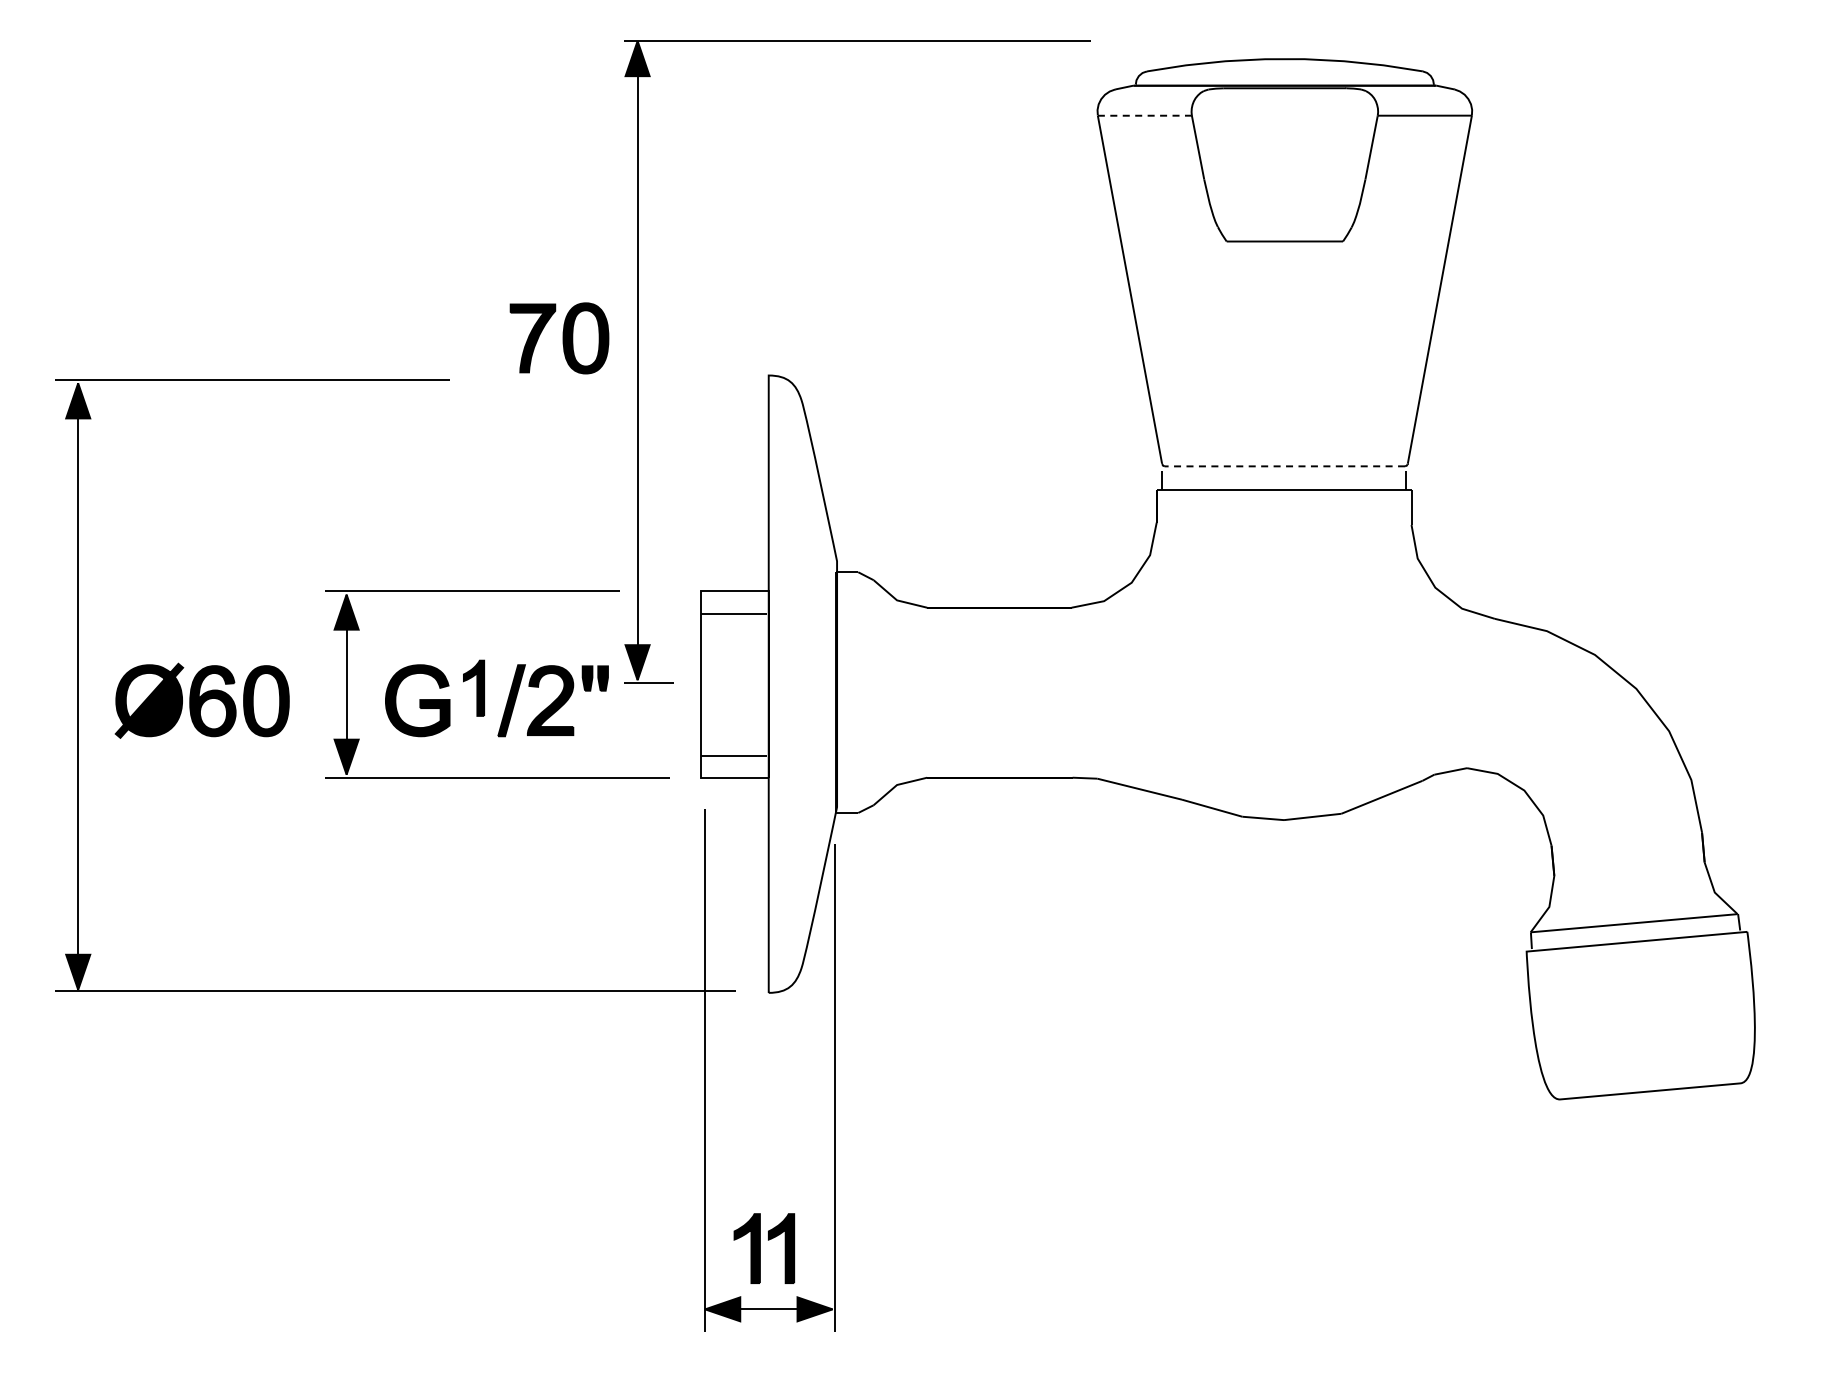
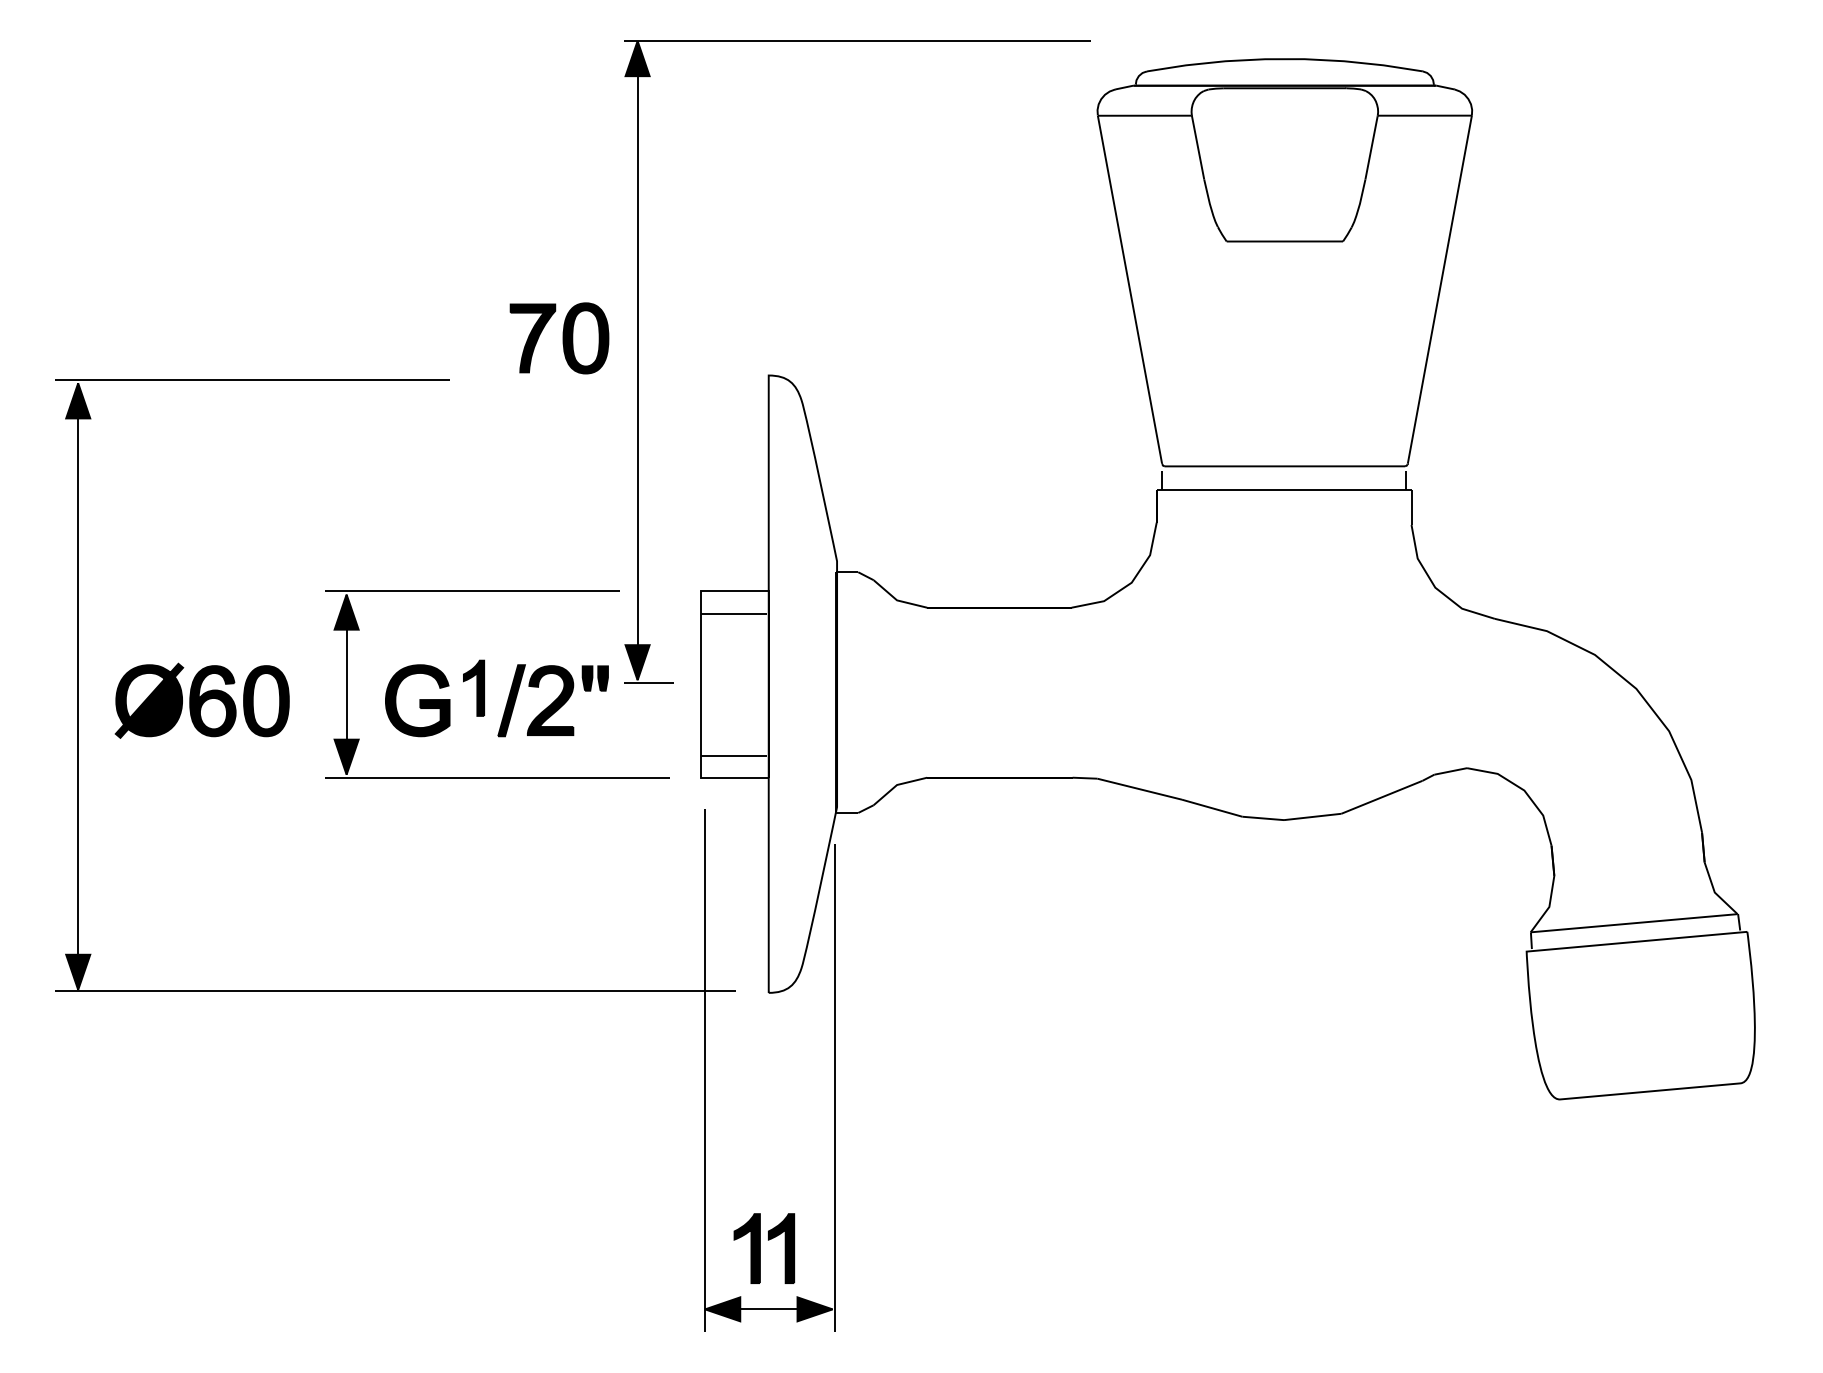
line at (1146, 115): dashed -> solid
line at (1283, 466): dashed -> solid
